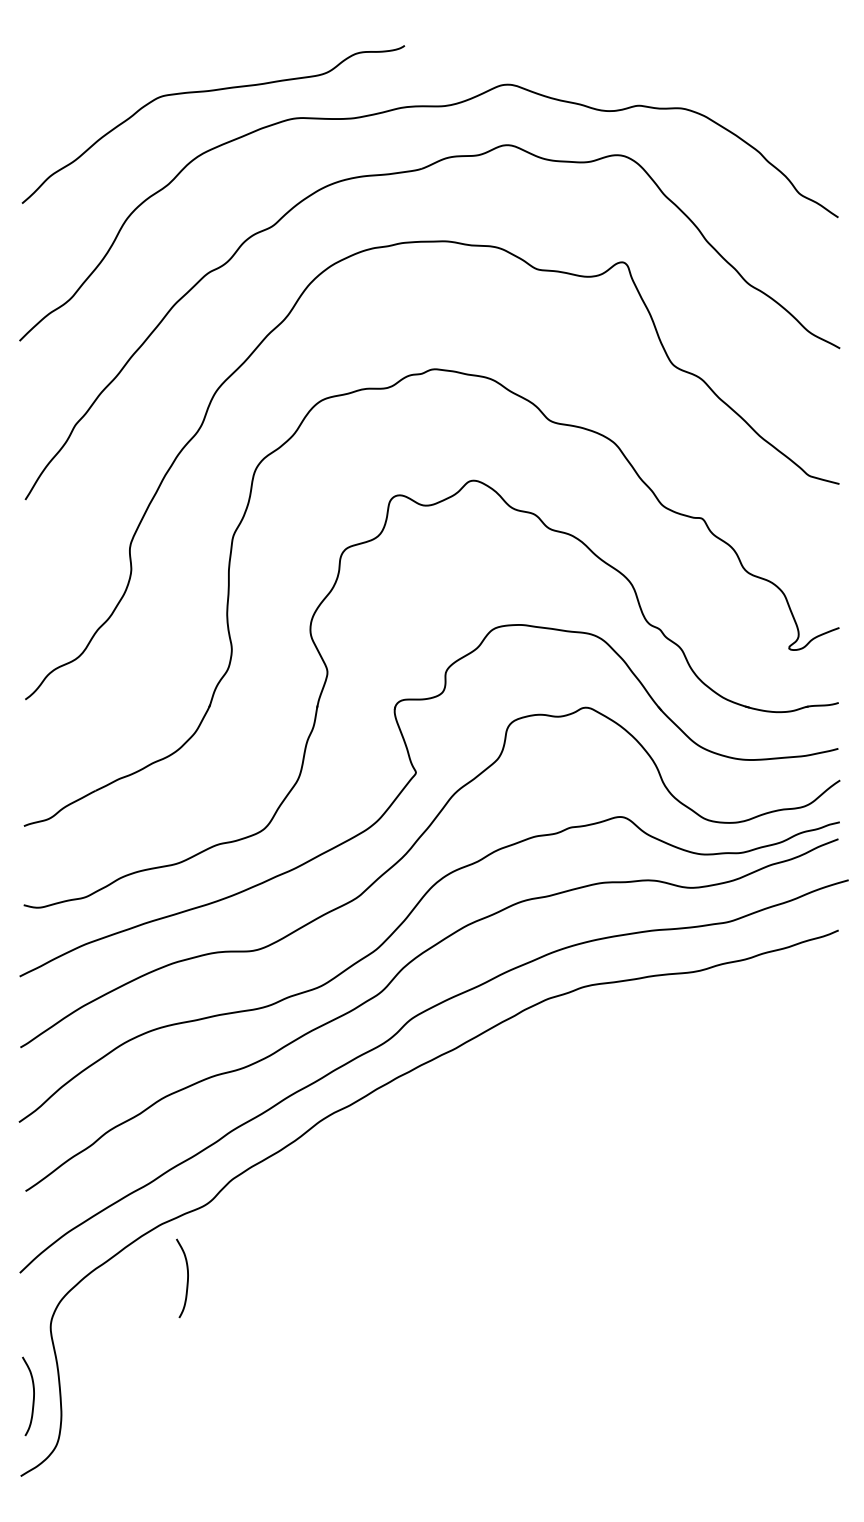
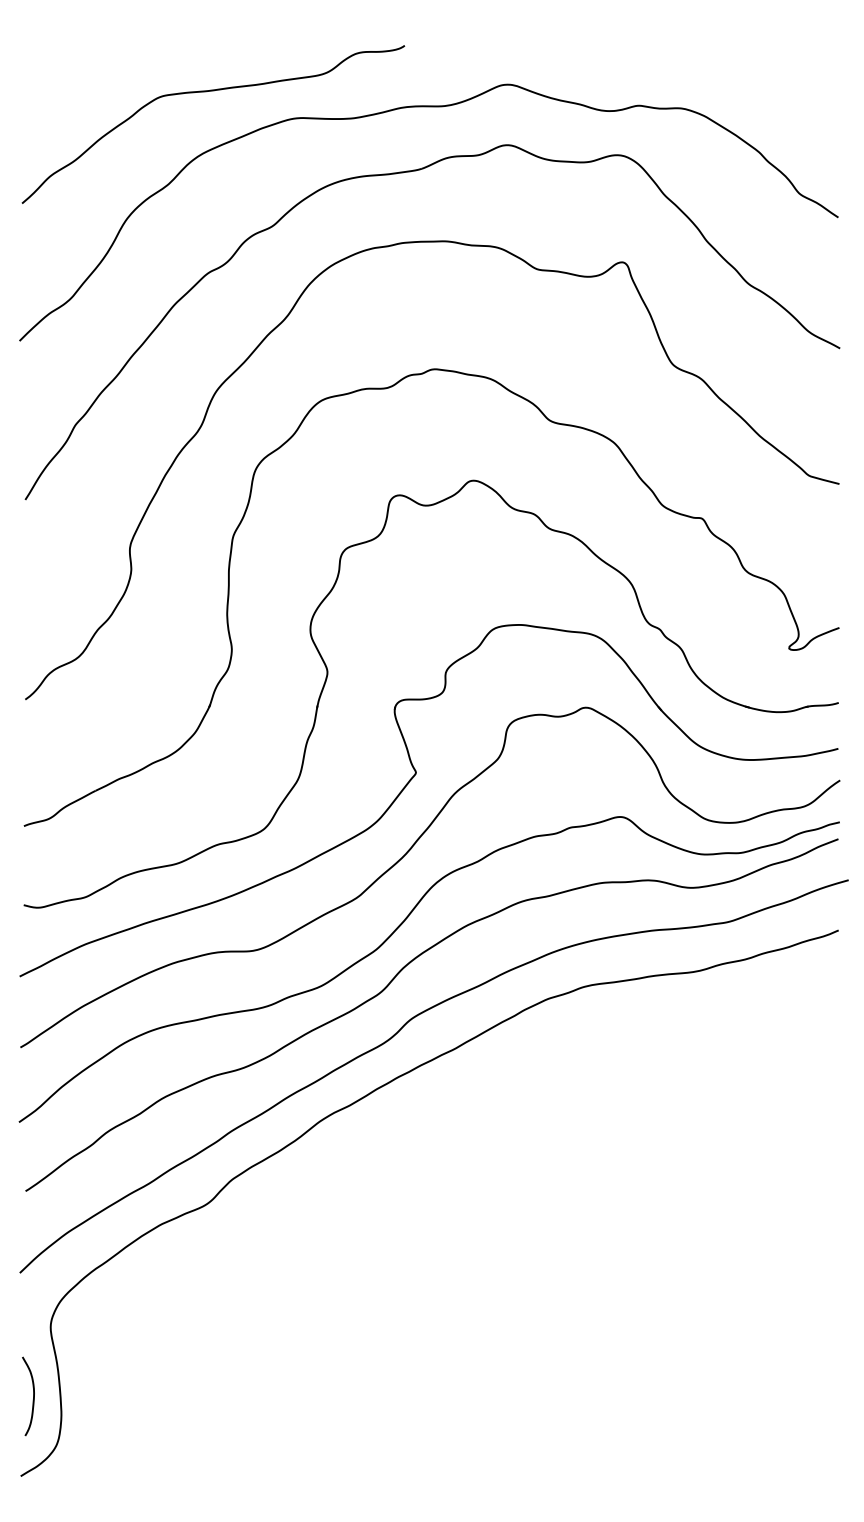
curve at (187, 1278): present -> none
